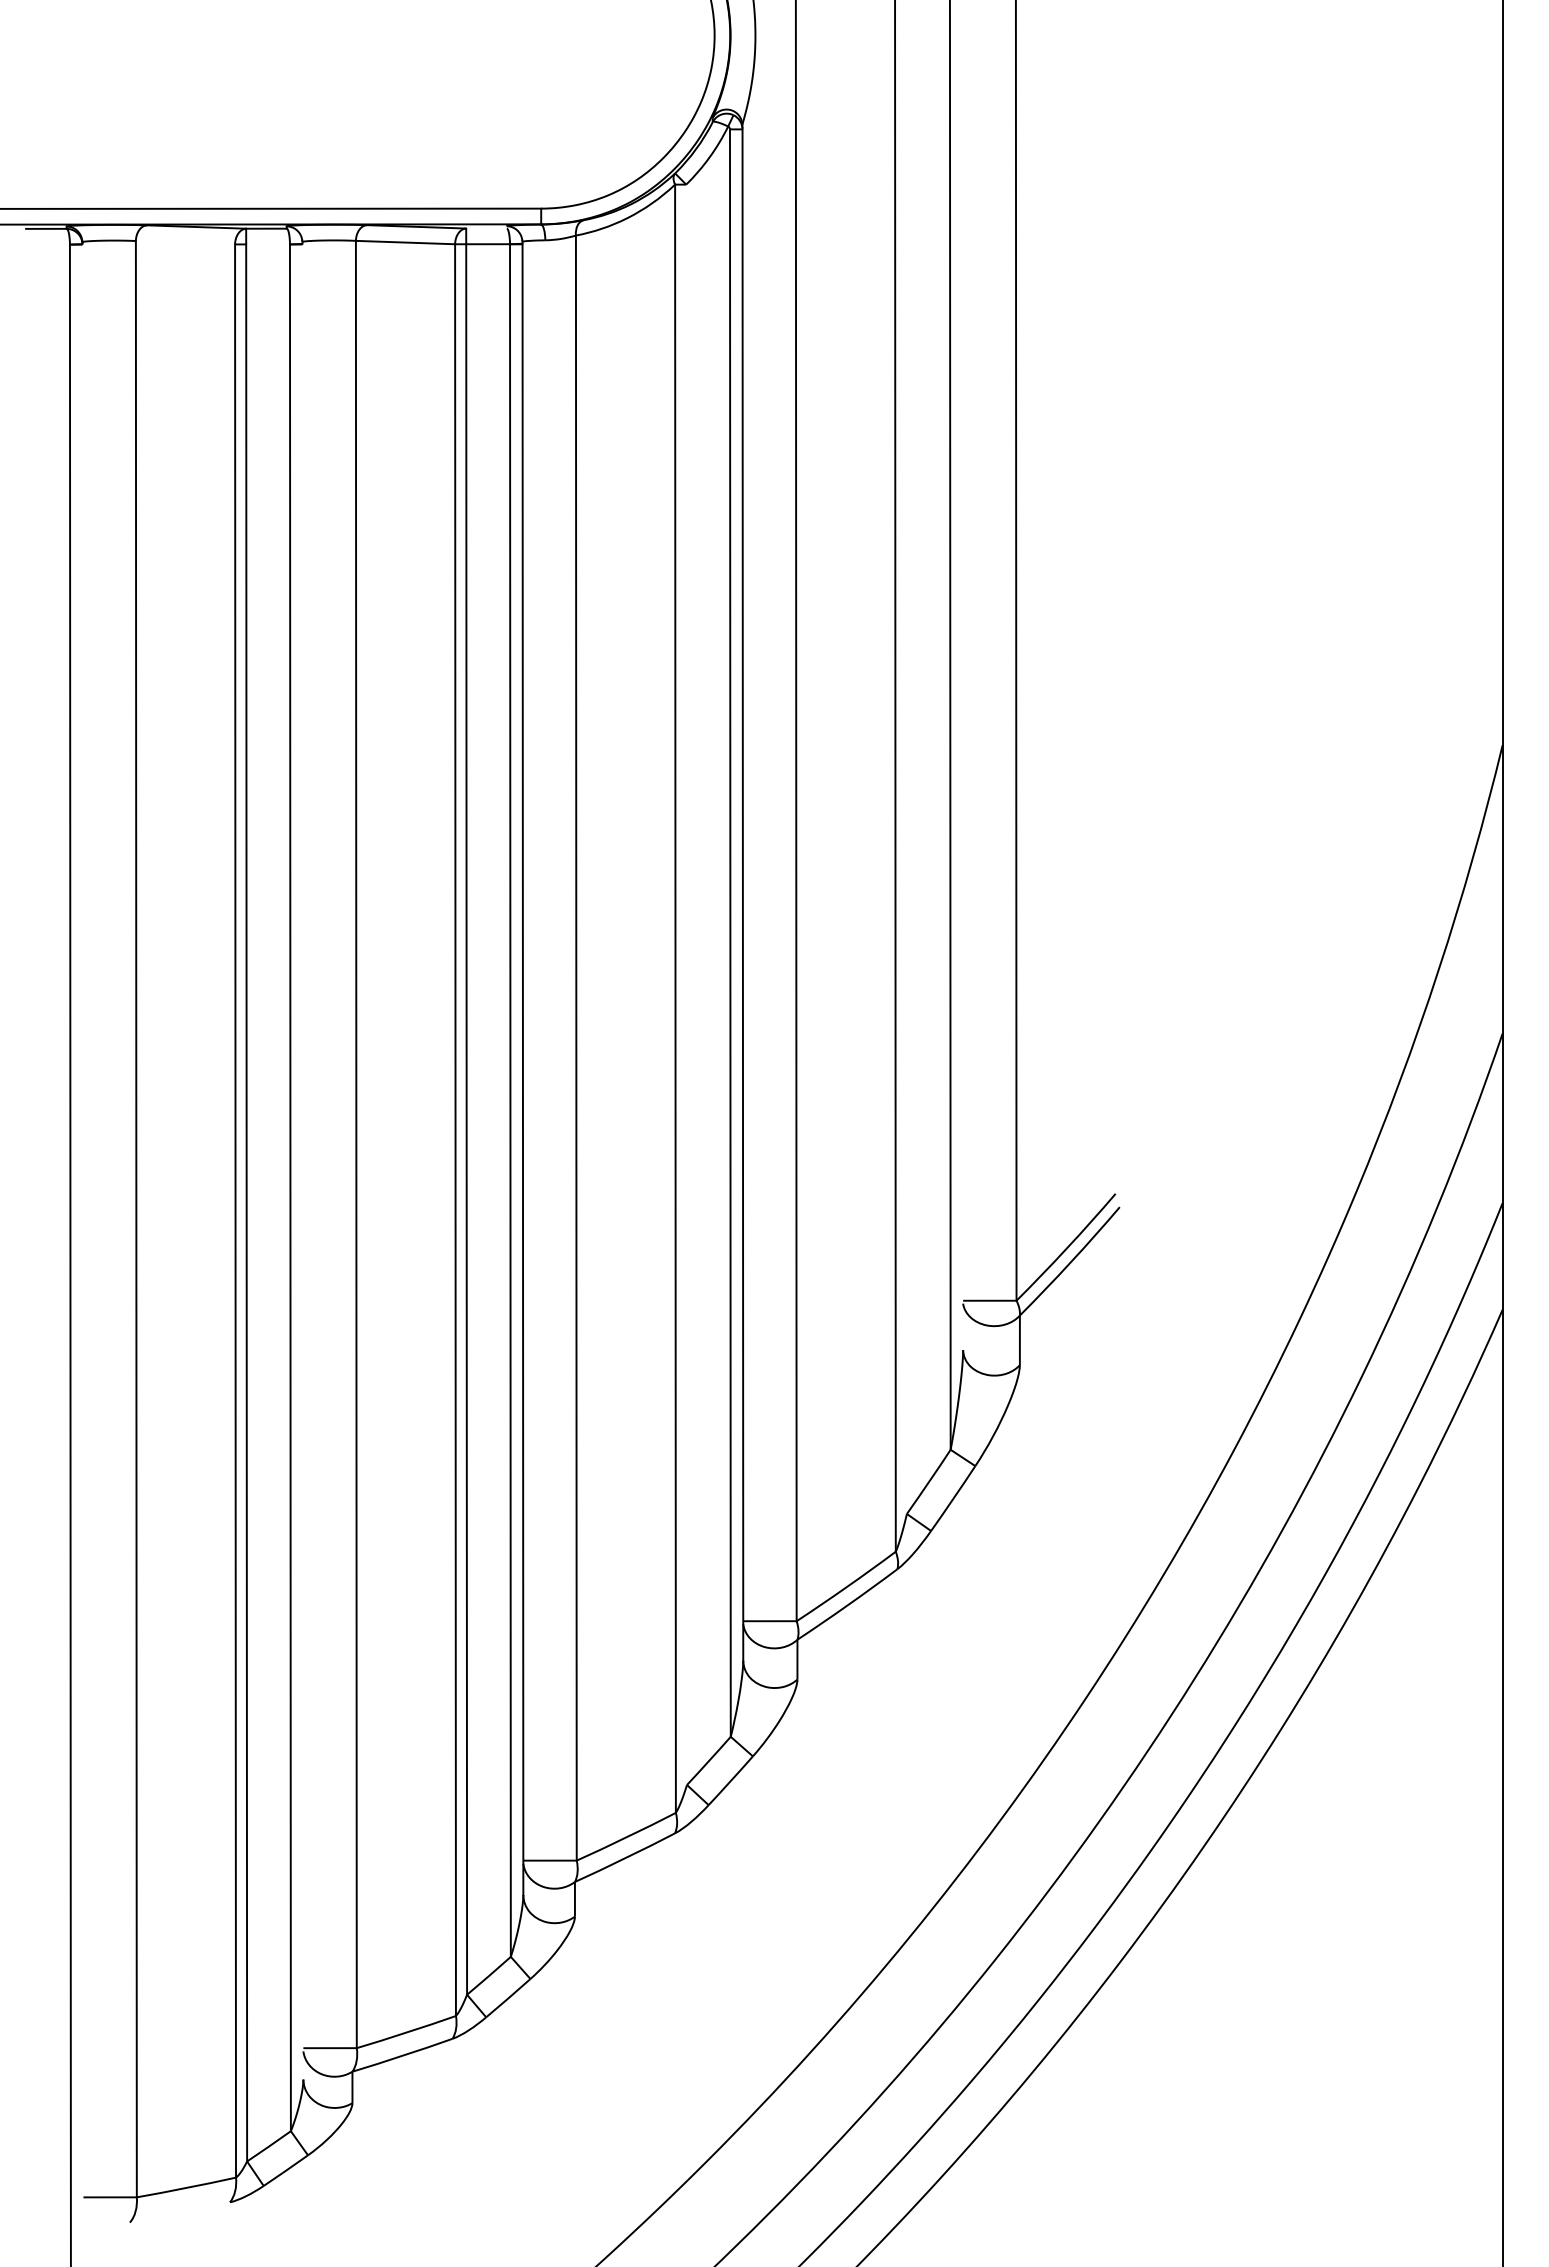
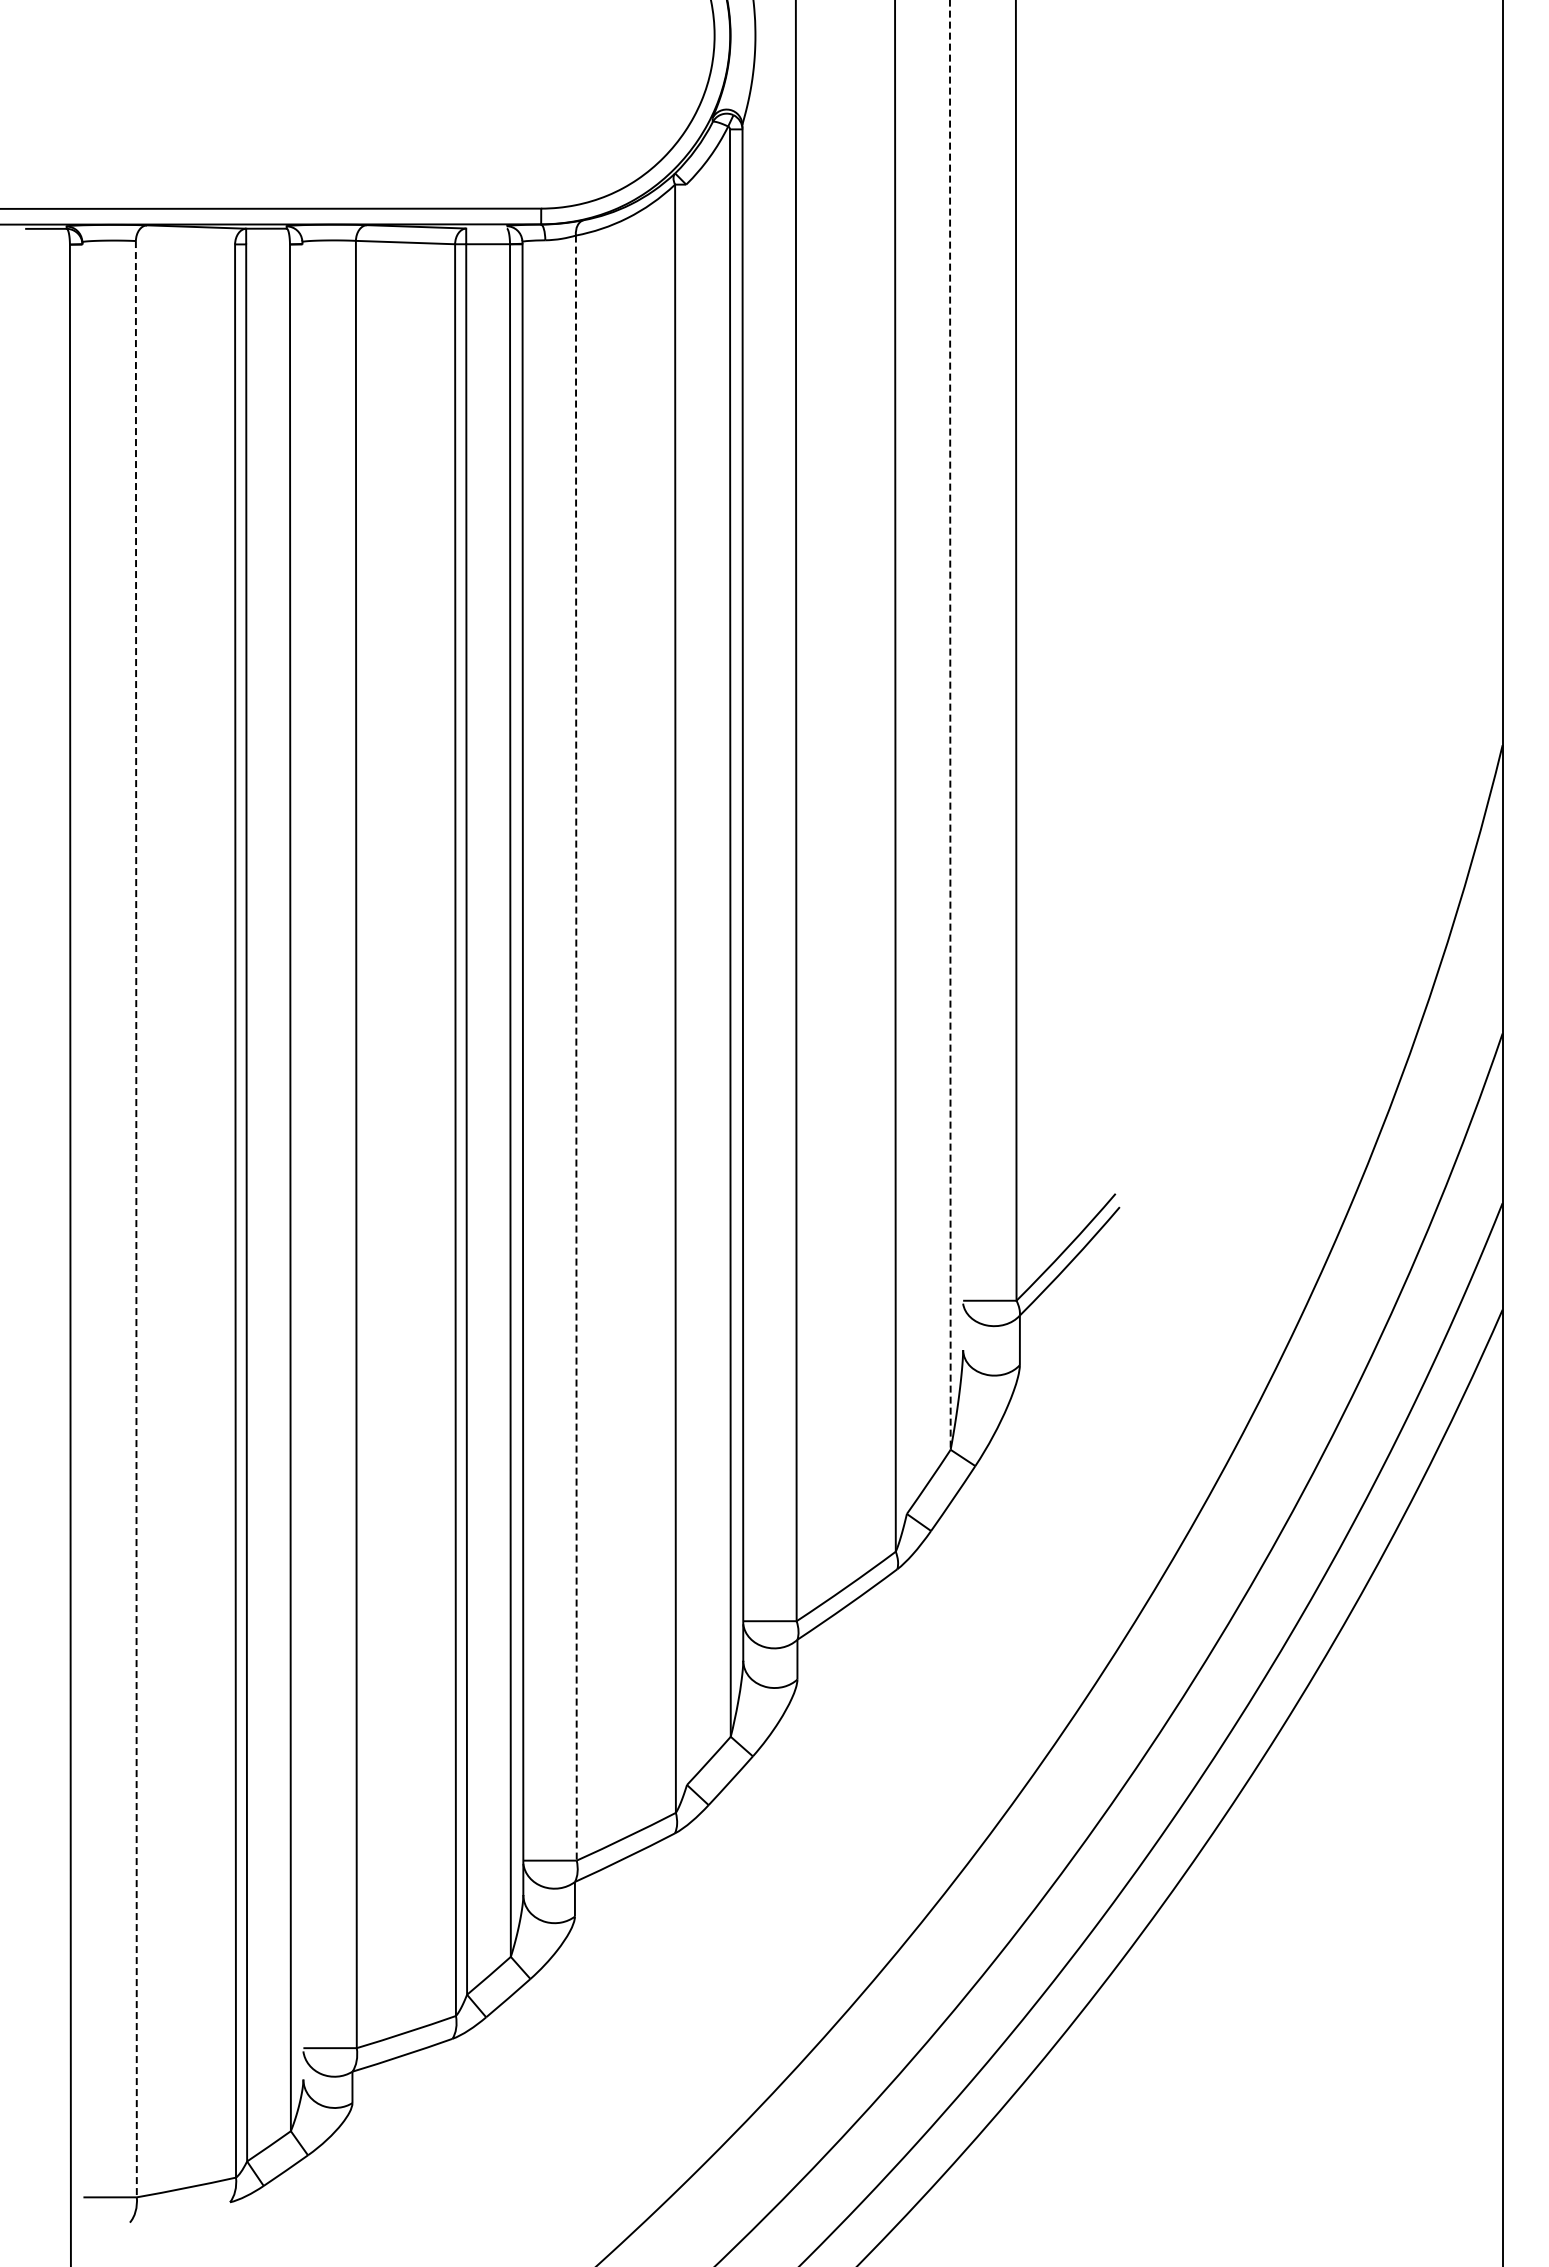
line at (950, 725): solid -> dashed
line at (576, 1048): solid -> dashed
line at (136, 1219): solid -> dashed
